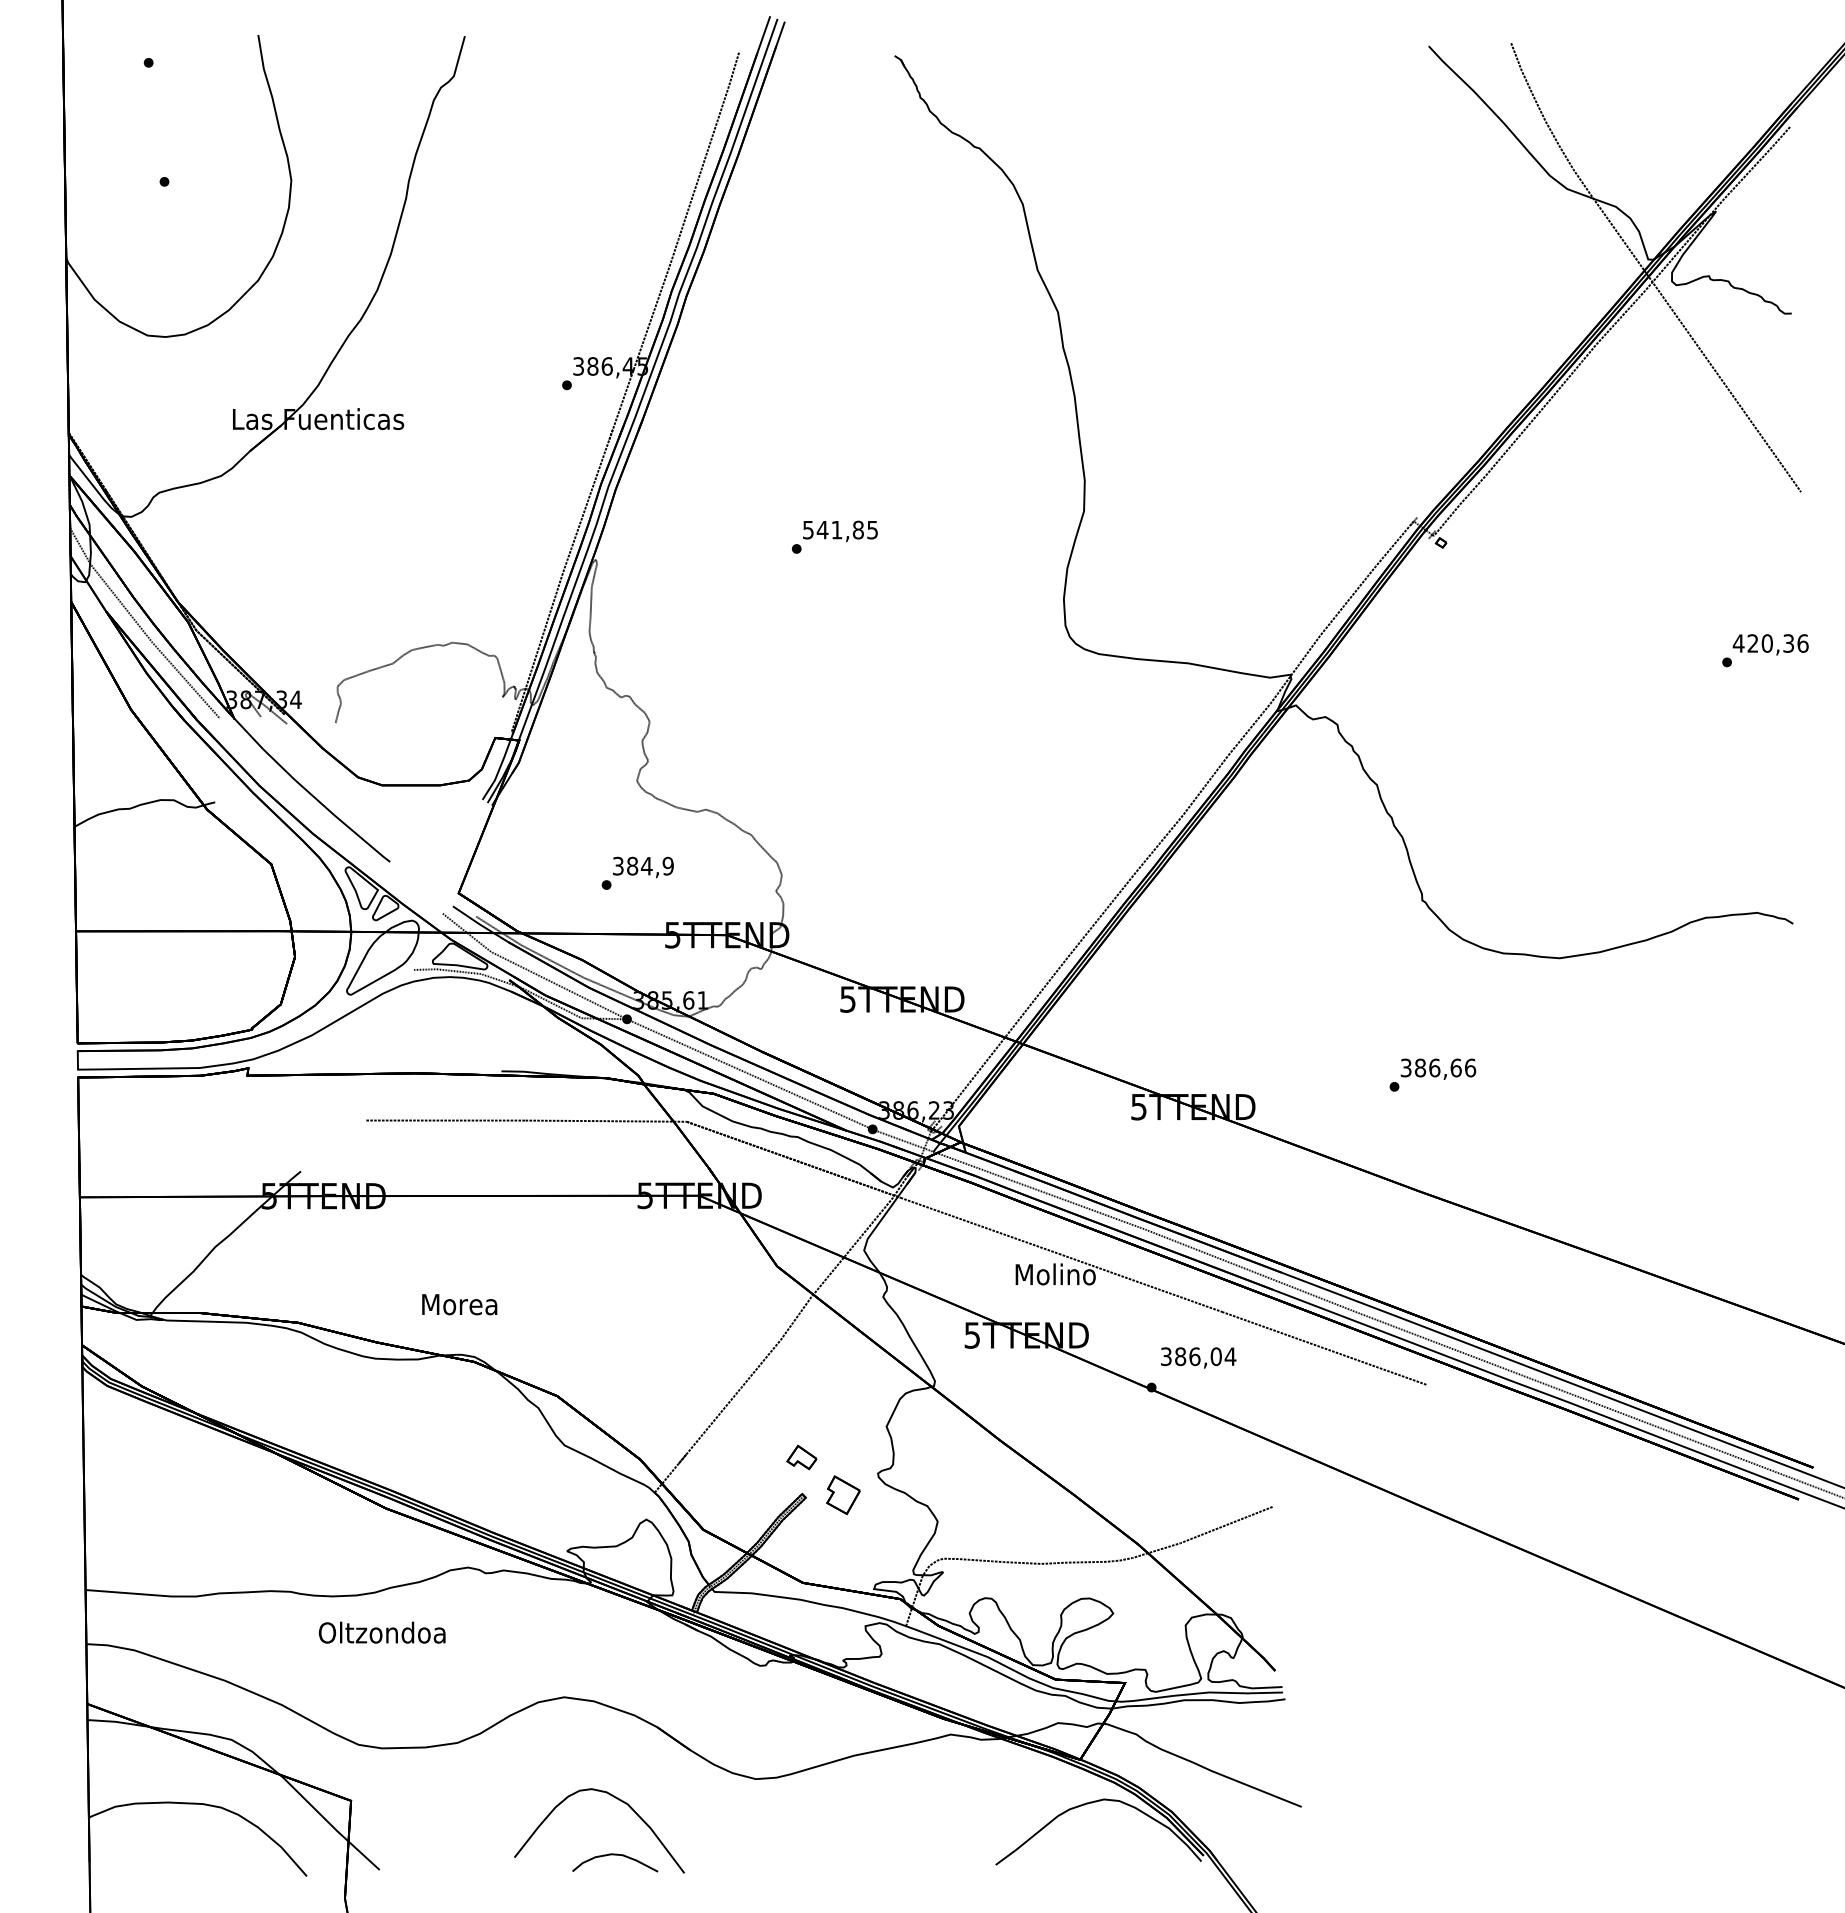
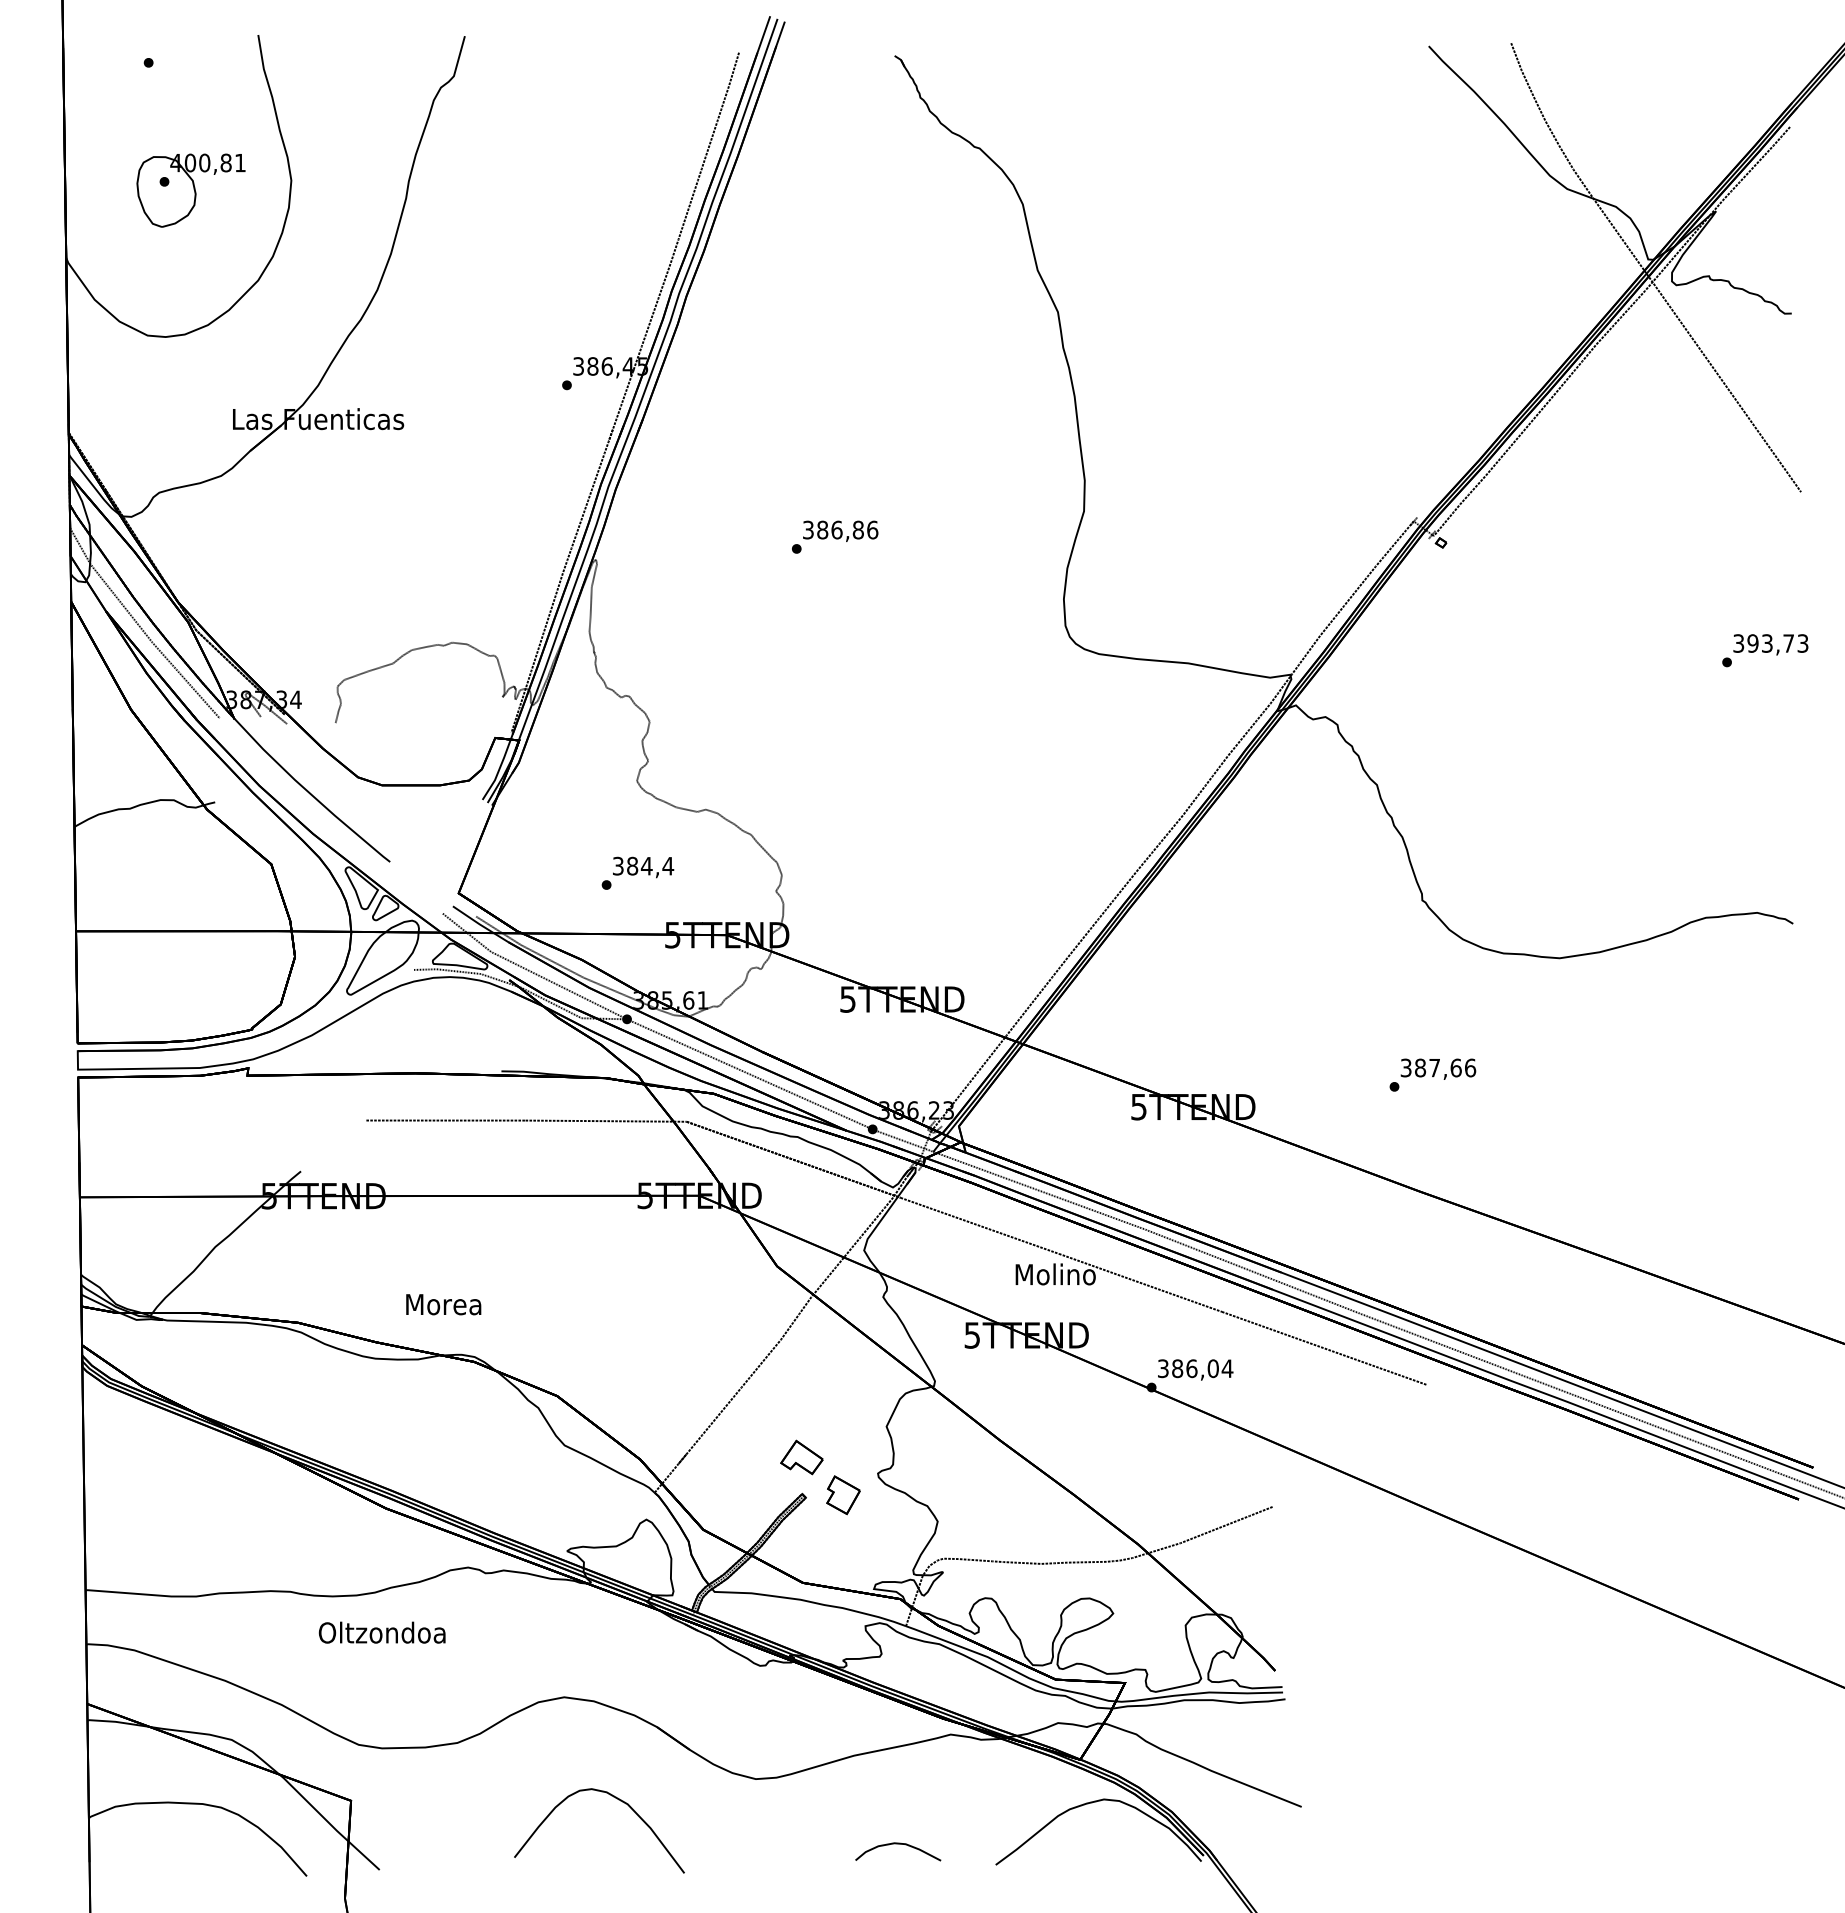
part at (190, 190): none -> present
text at (840, 529): 541,85 -> 386,86
text at (1770, 643): 420,36 -> 393,73
text at (668, 865): 384,9 -> 384,4
text at (1434, 1067): 386,66 -> 387,66
text at (459, 1304) position: (459, 1304) -> (443, 1304)
text at (1198, 1357) position: (1198, 1357) -> (1195, 1369)
part at (801, 1457) size: 32x27 px -> 44x37 px
curve at (615, 1855) position: (615, 1855) -> (898, 1844)
